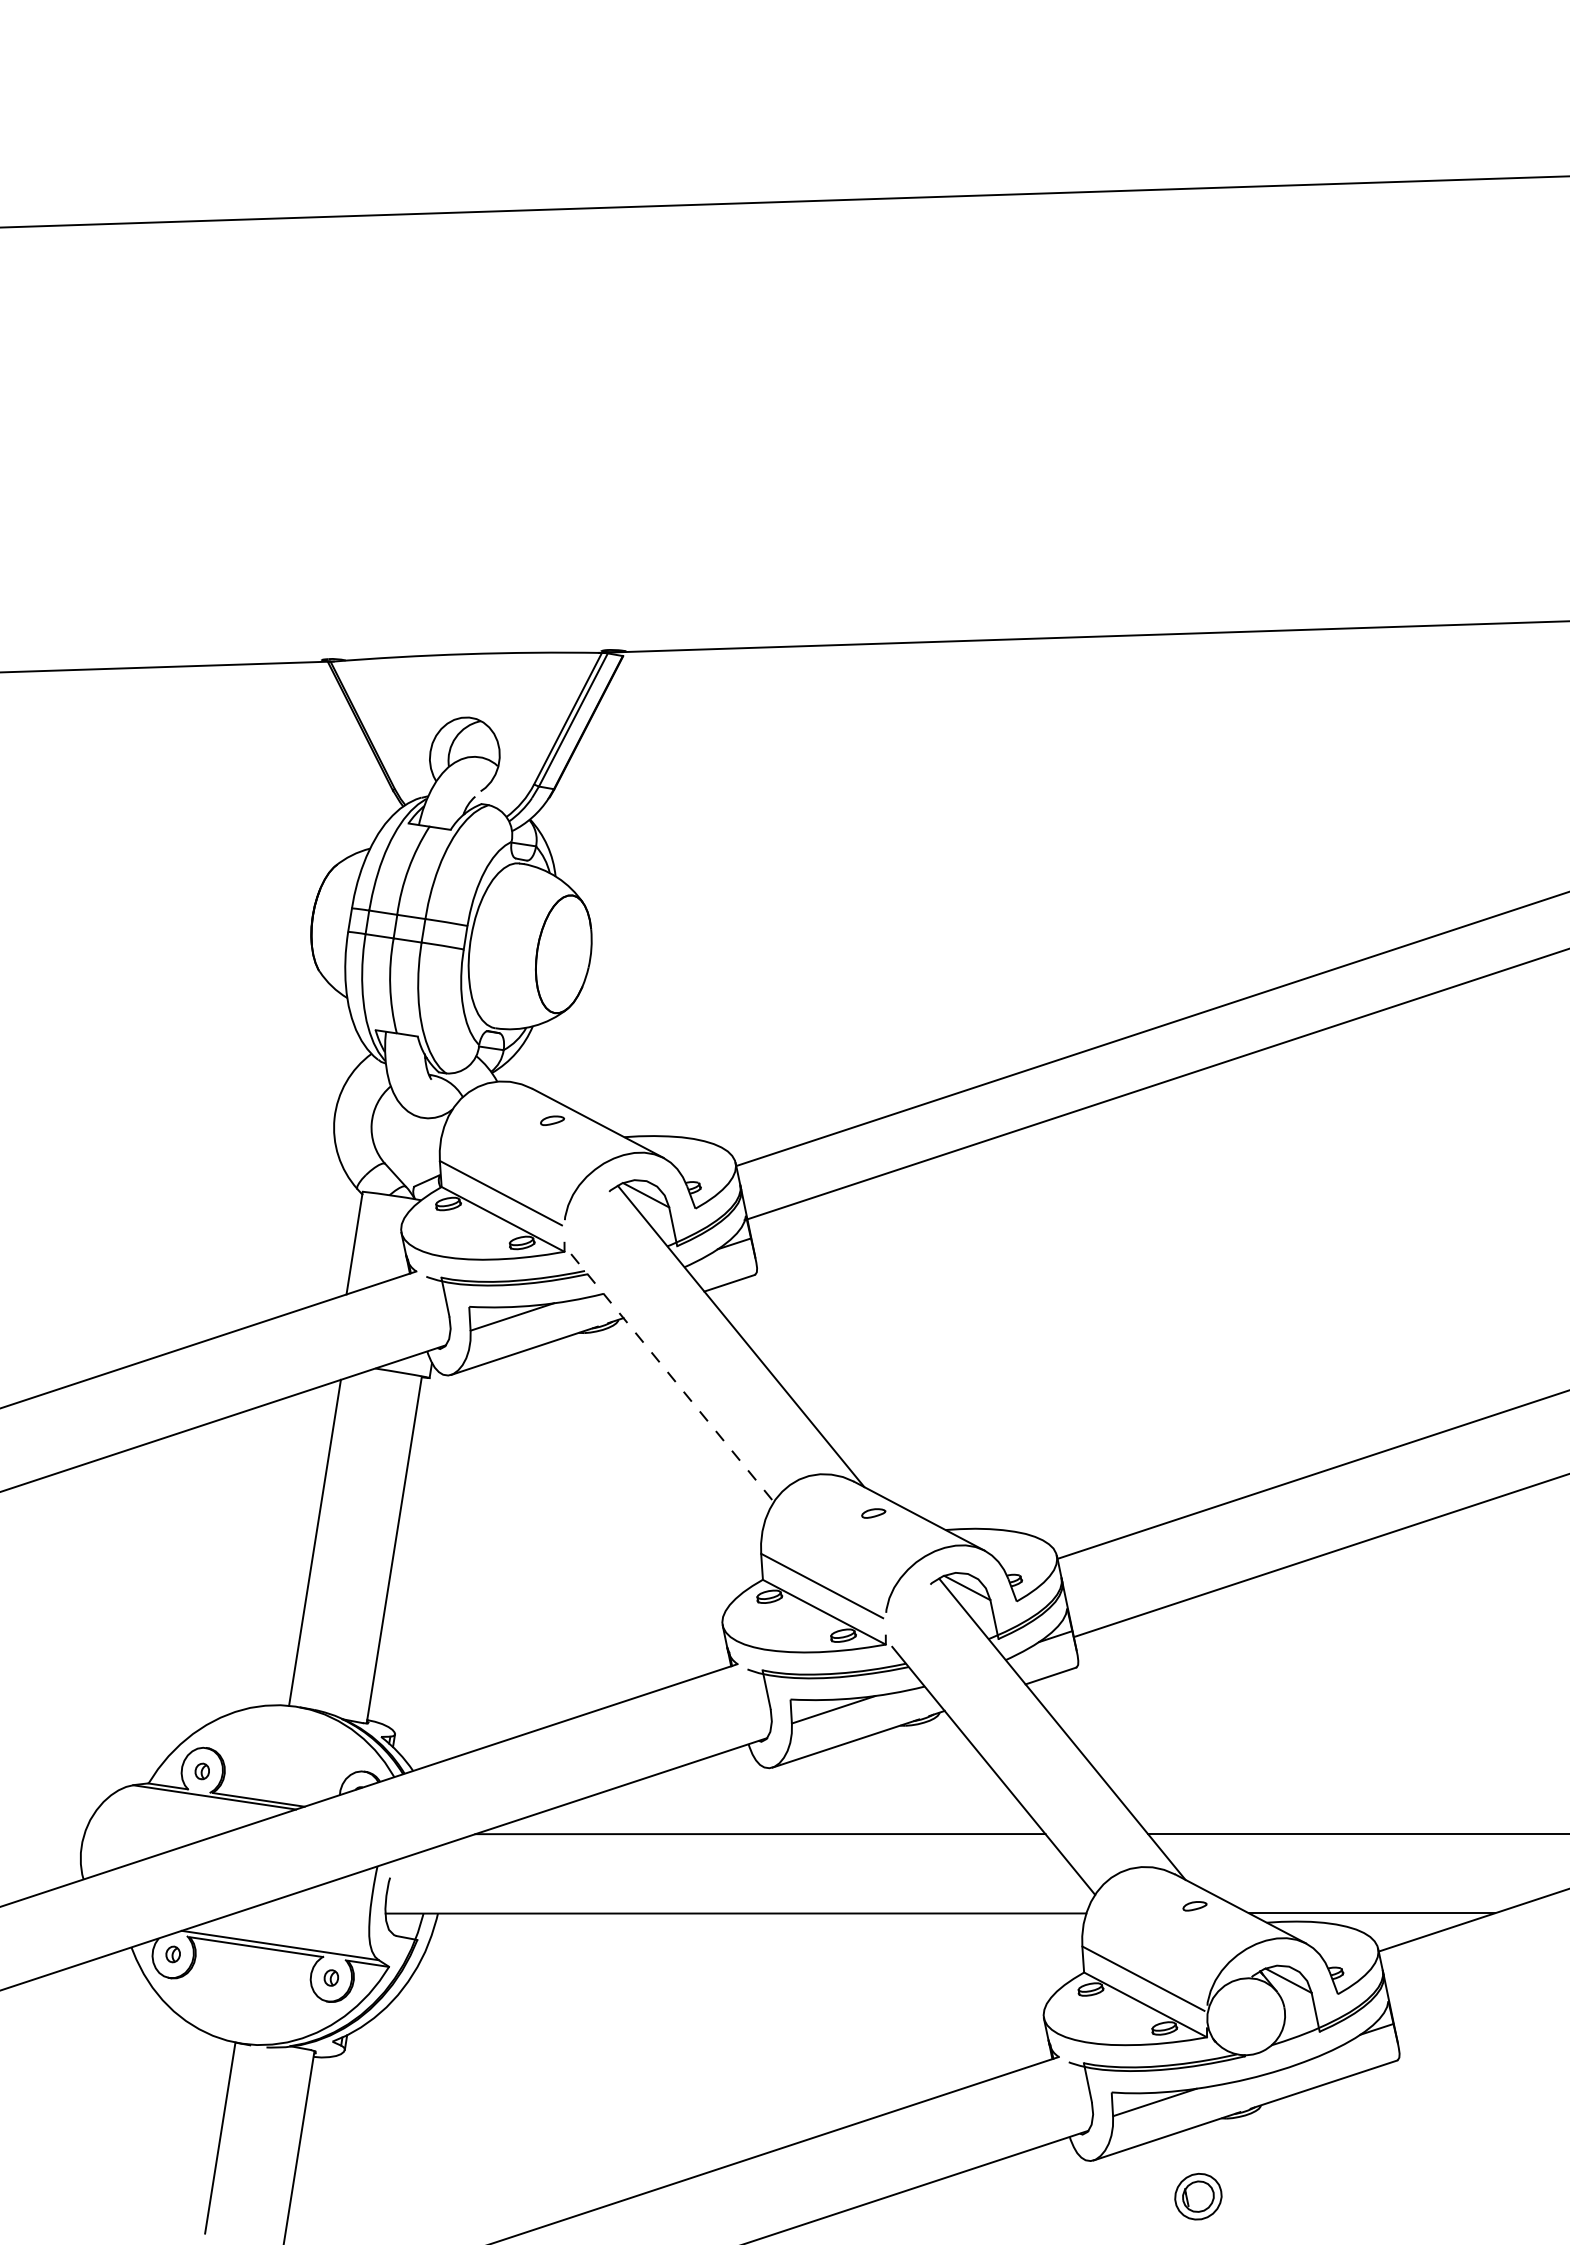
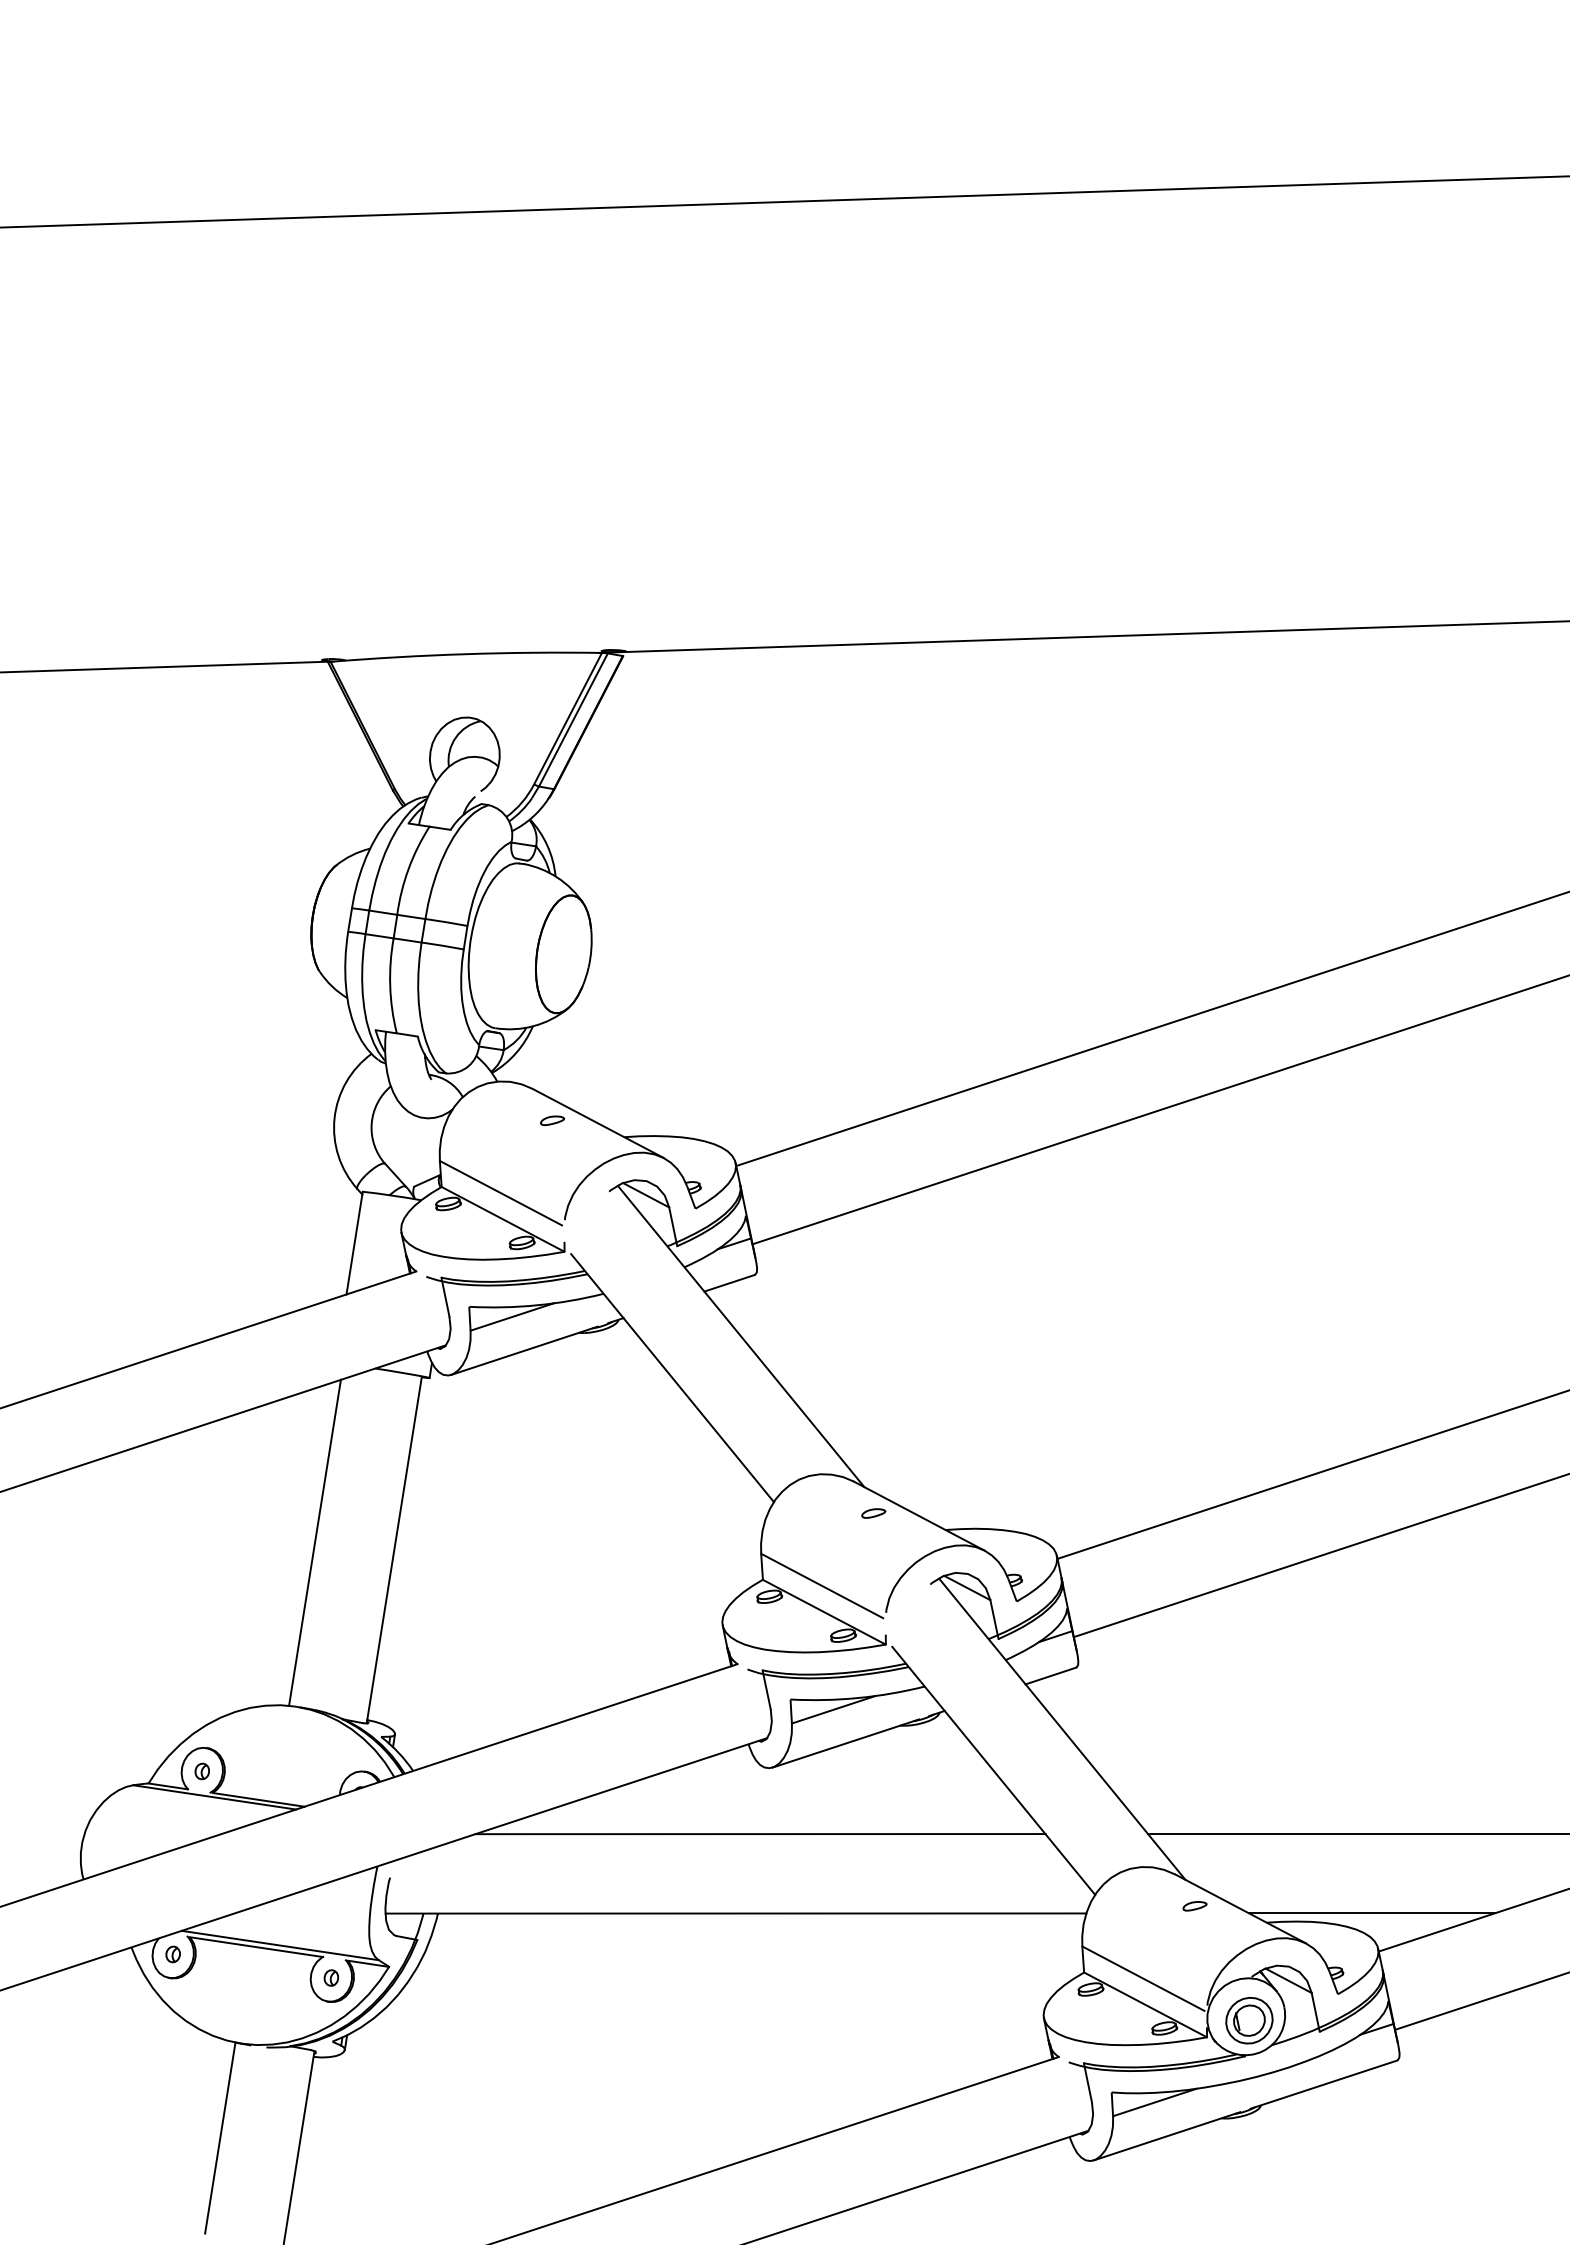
line at (1155, 1084) position: (1155, 1084) -> (1159, 1110)
line at (672, 1378): dashed -> solid
line at (1480, 2001): none -> present
part at (1198, 2196) position: (1198, 2196) -> (1249, 2020)
